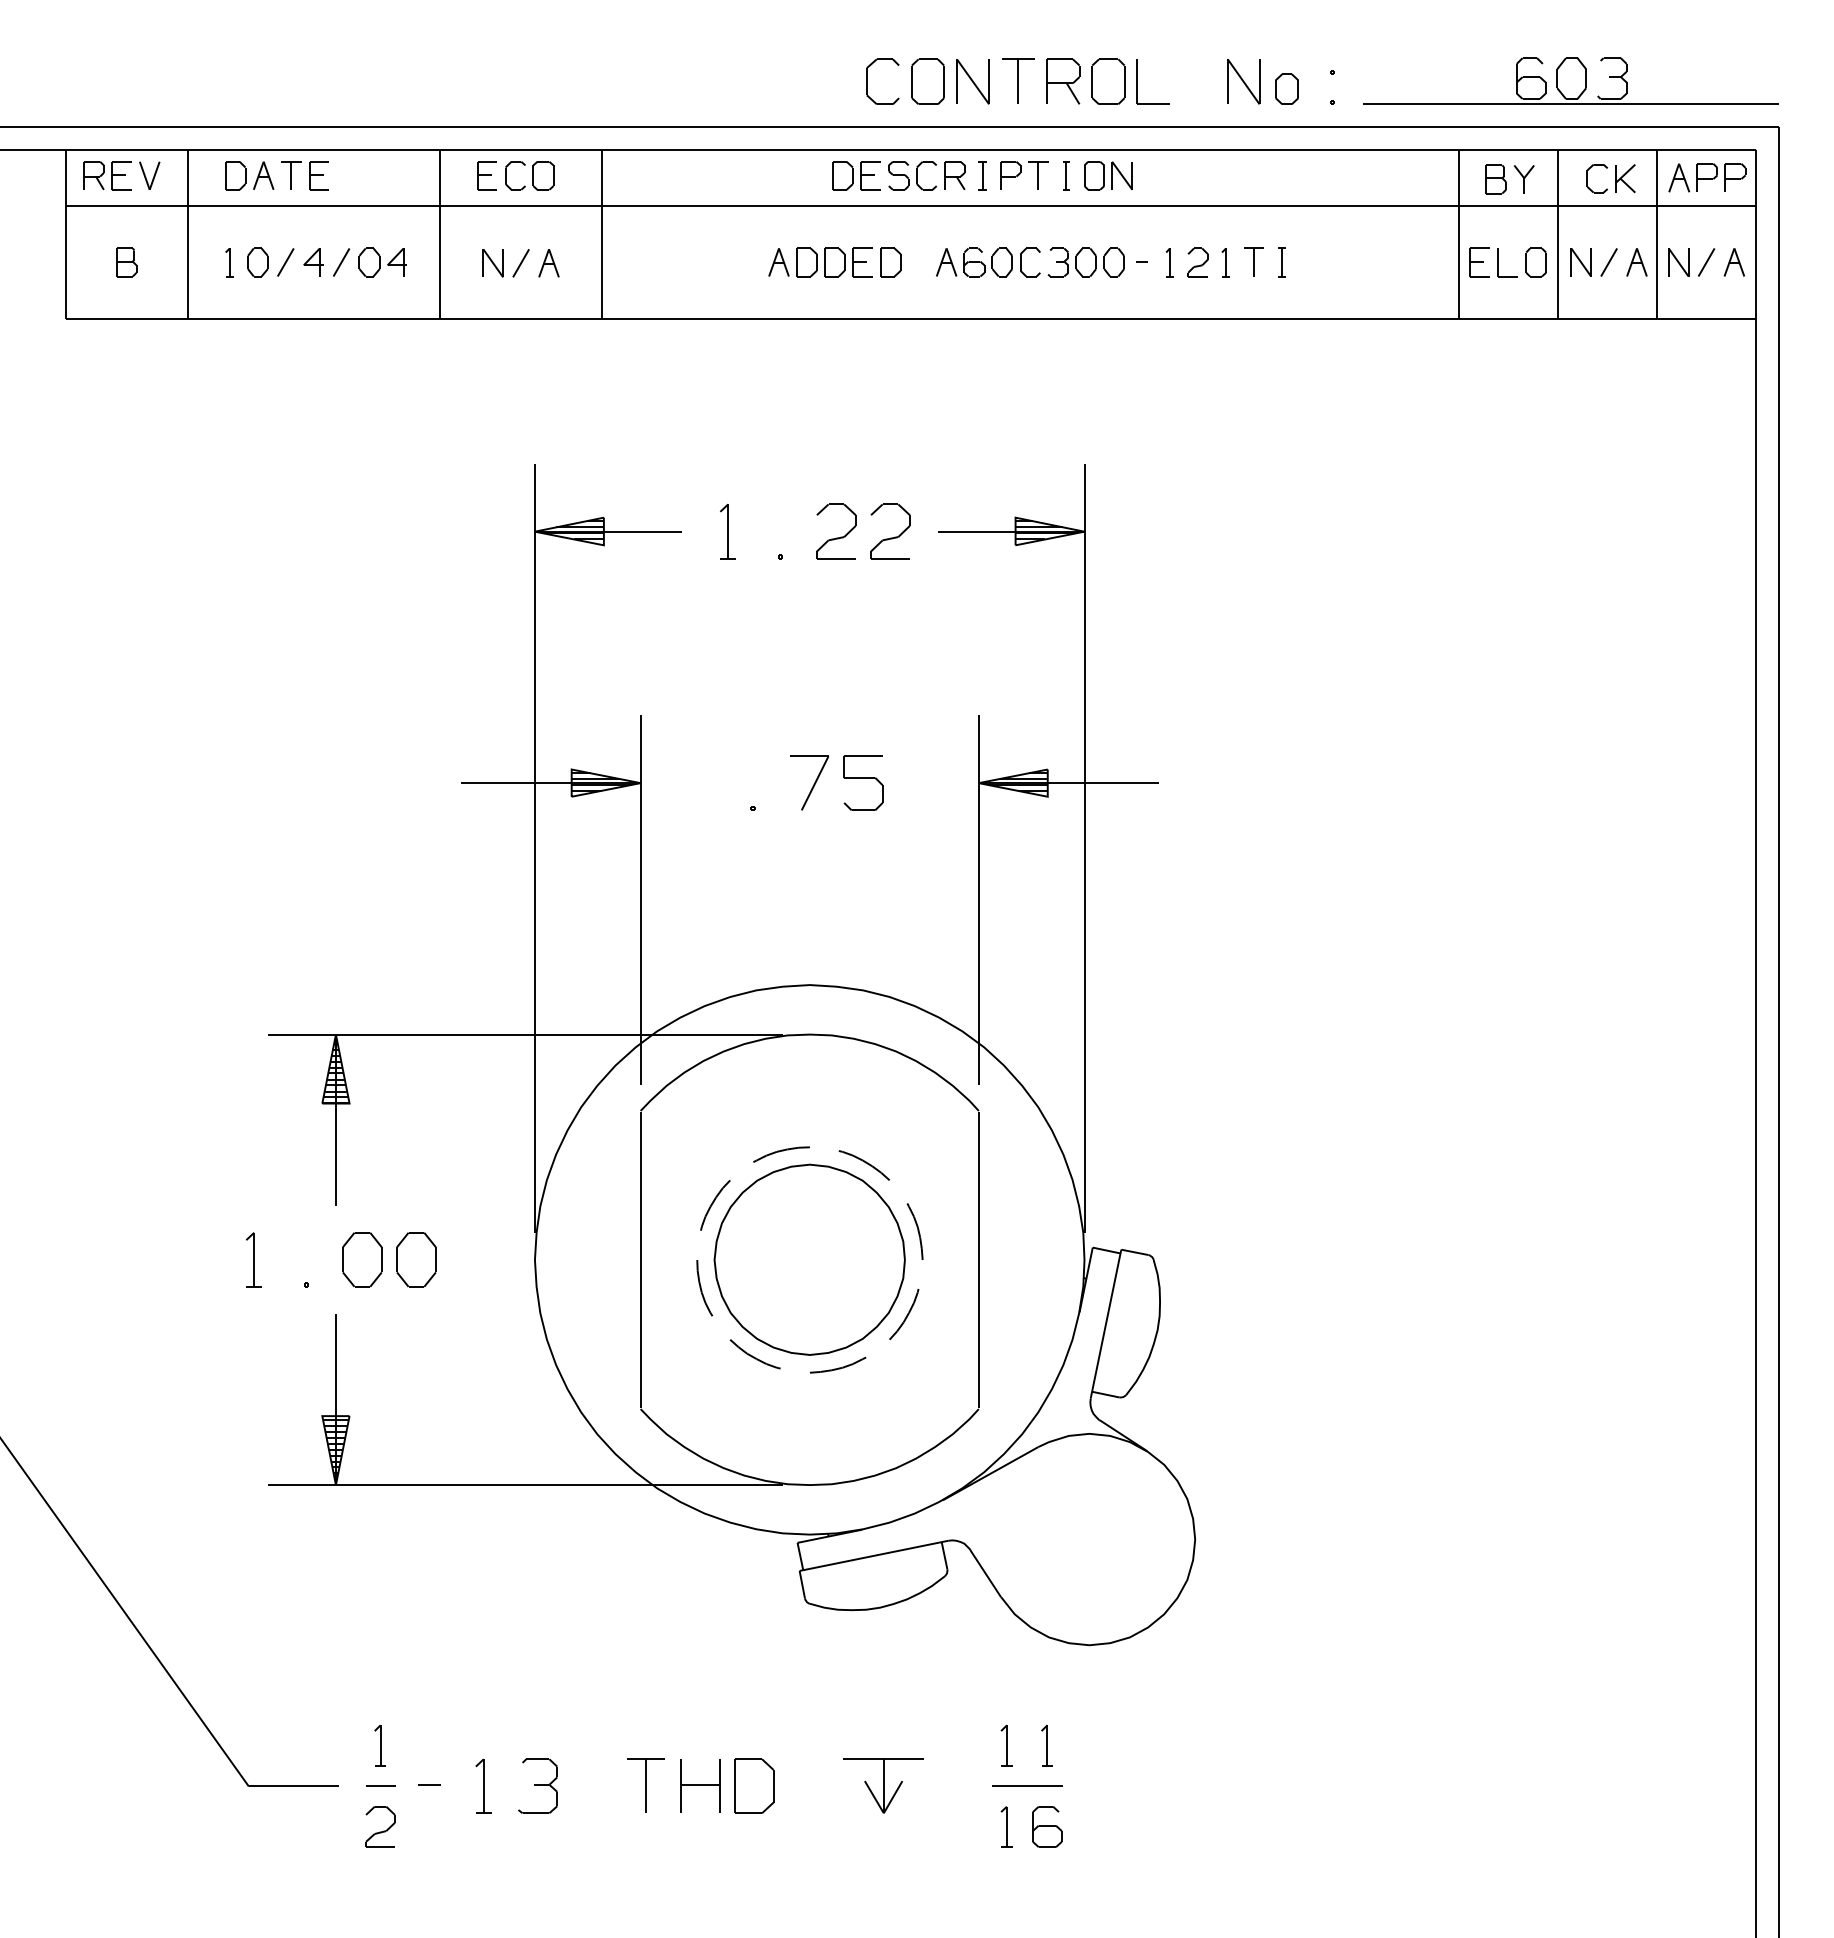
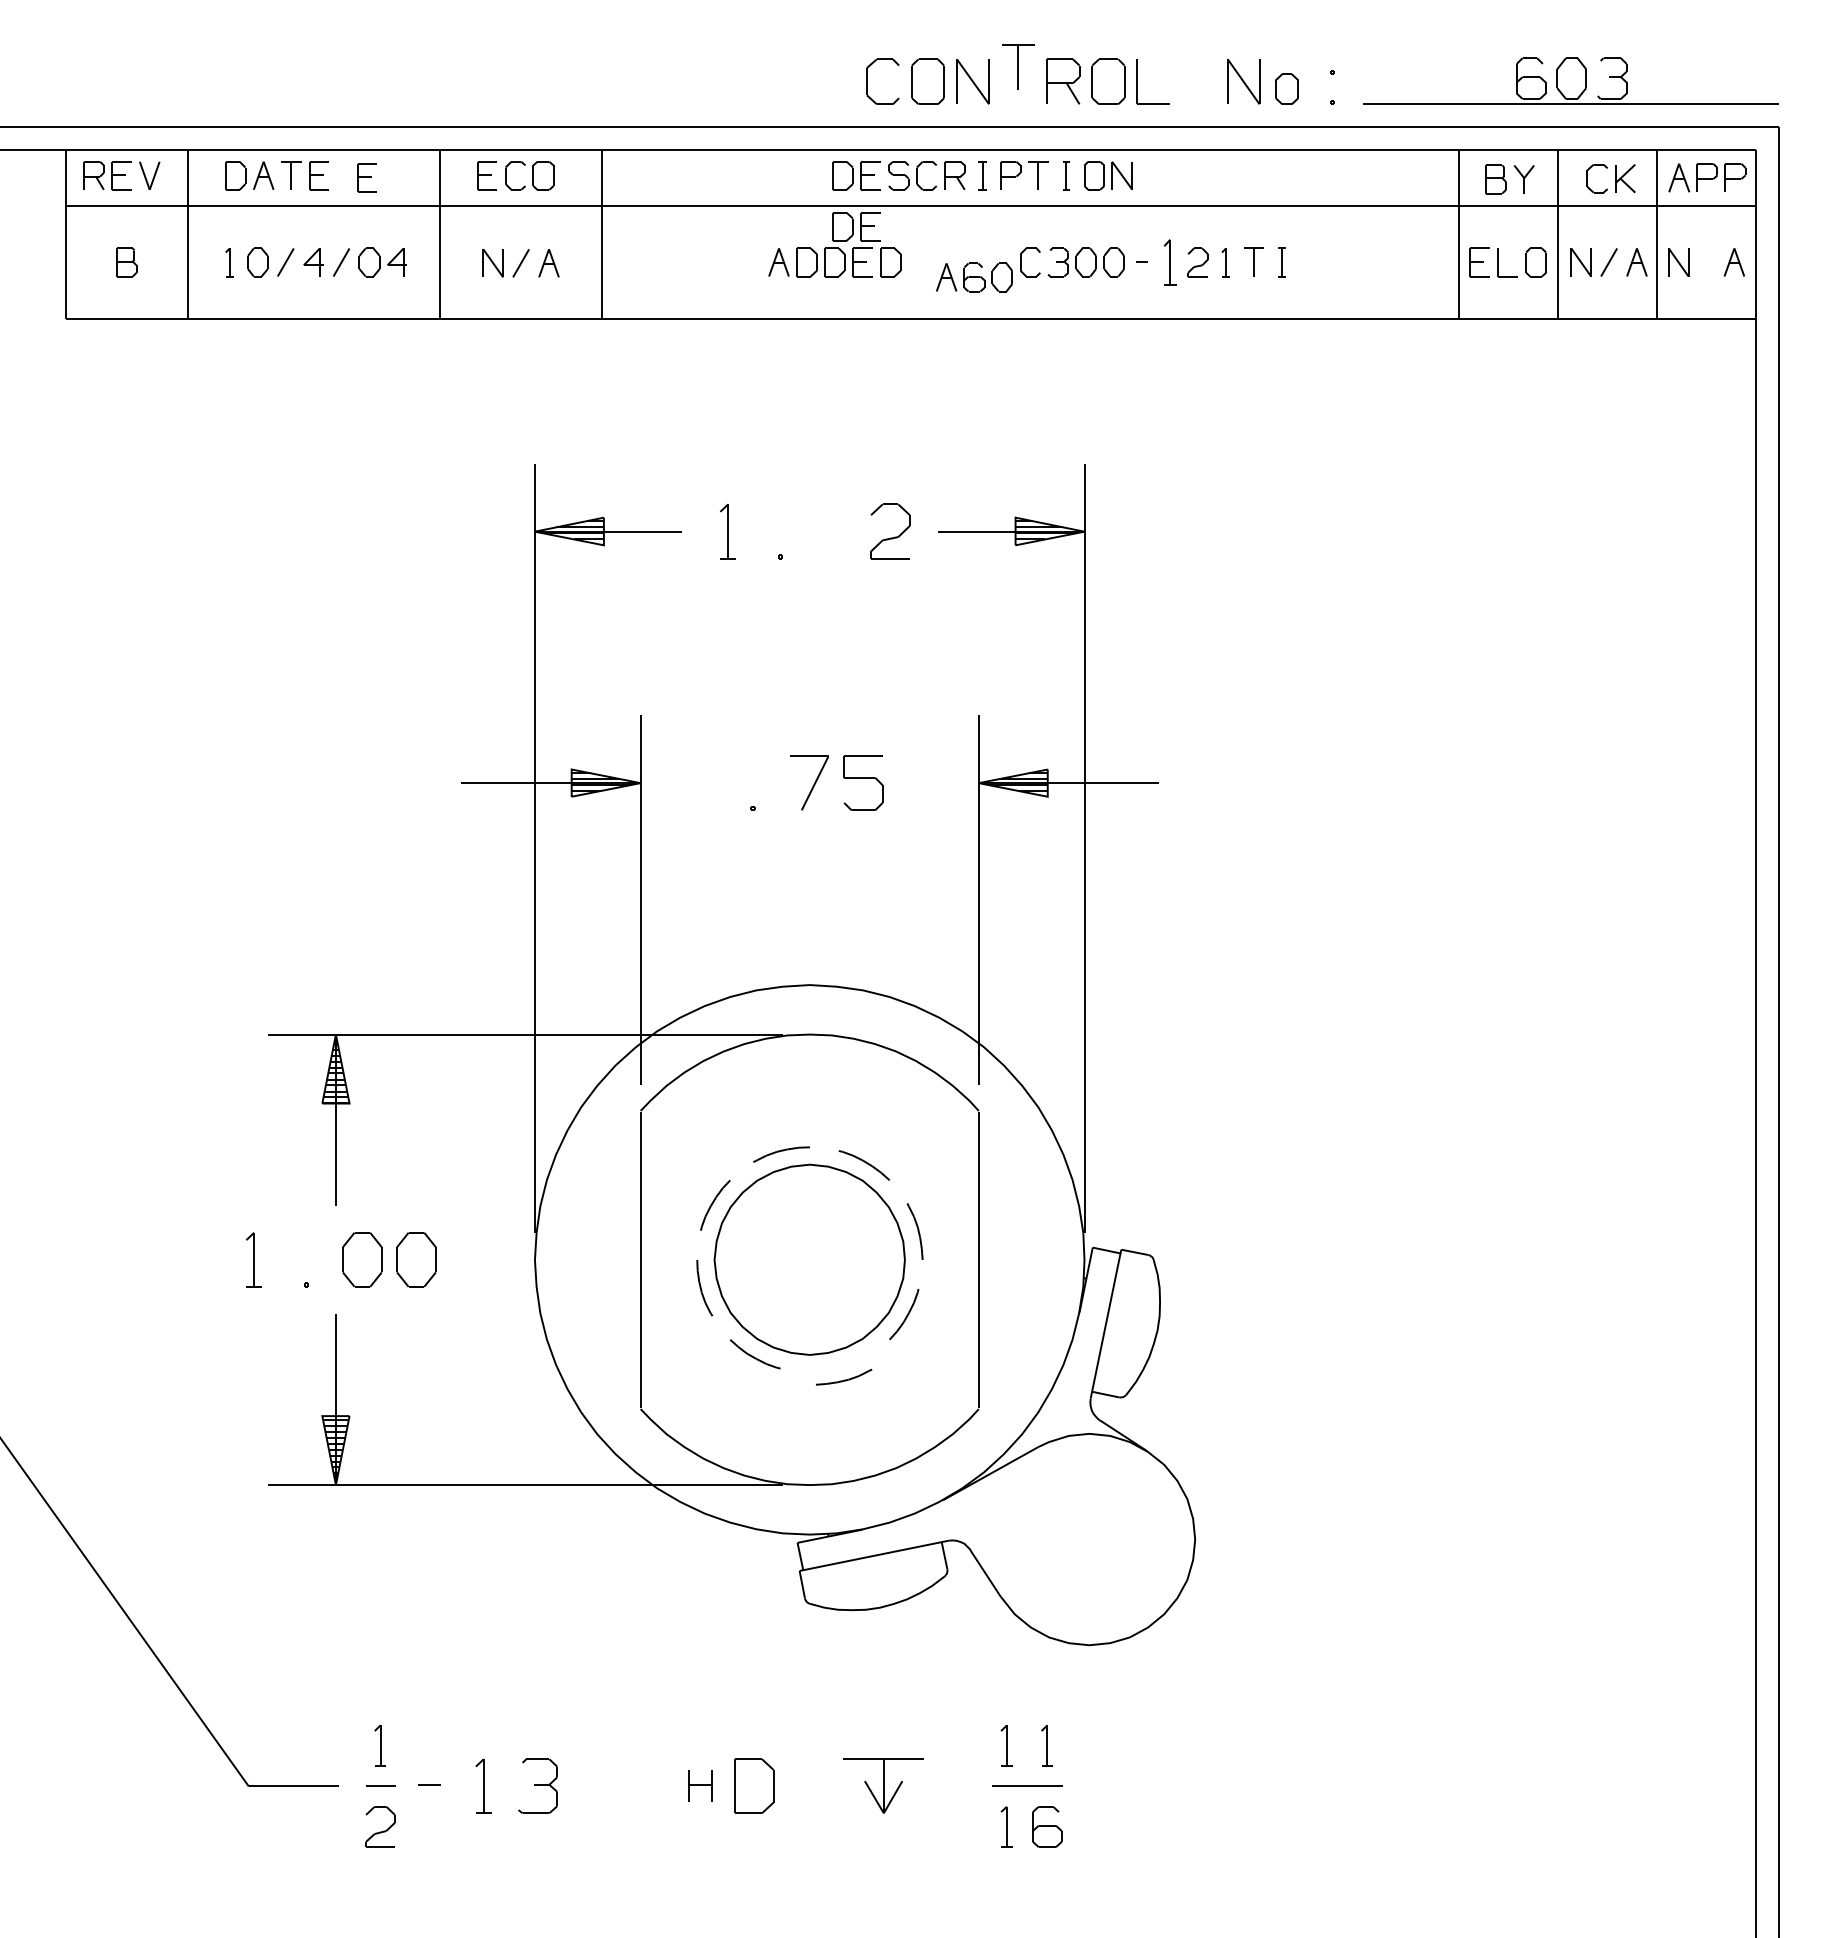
part at (1018, 80) position: (1018, 80) -> (1018, 66)
part at (366, 177): none -> present
part at (856, 226): none -> present
part at (974, 262) position: (974, 262) -> (974, 277)
part at (1169, 262) size: 9x30 px -> 14x47 px
line at (1706, 262): present -> none
part at (836, 531): present -> none
part at (838, 1364) position: (838, 1364) -> (844, 1376)
part at (645, 1785): present -> none
part at (700, 1785) size: 41x54 px -> 25x32 px
